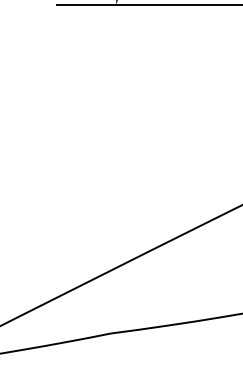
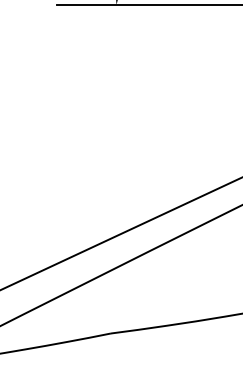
line at (120, 233): none -> present
